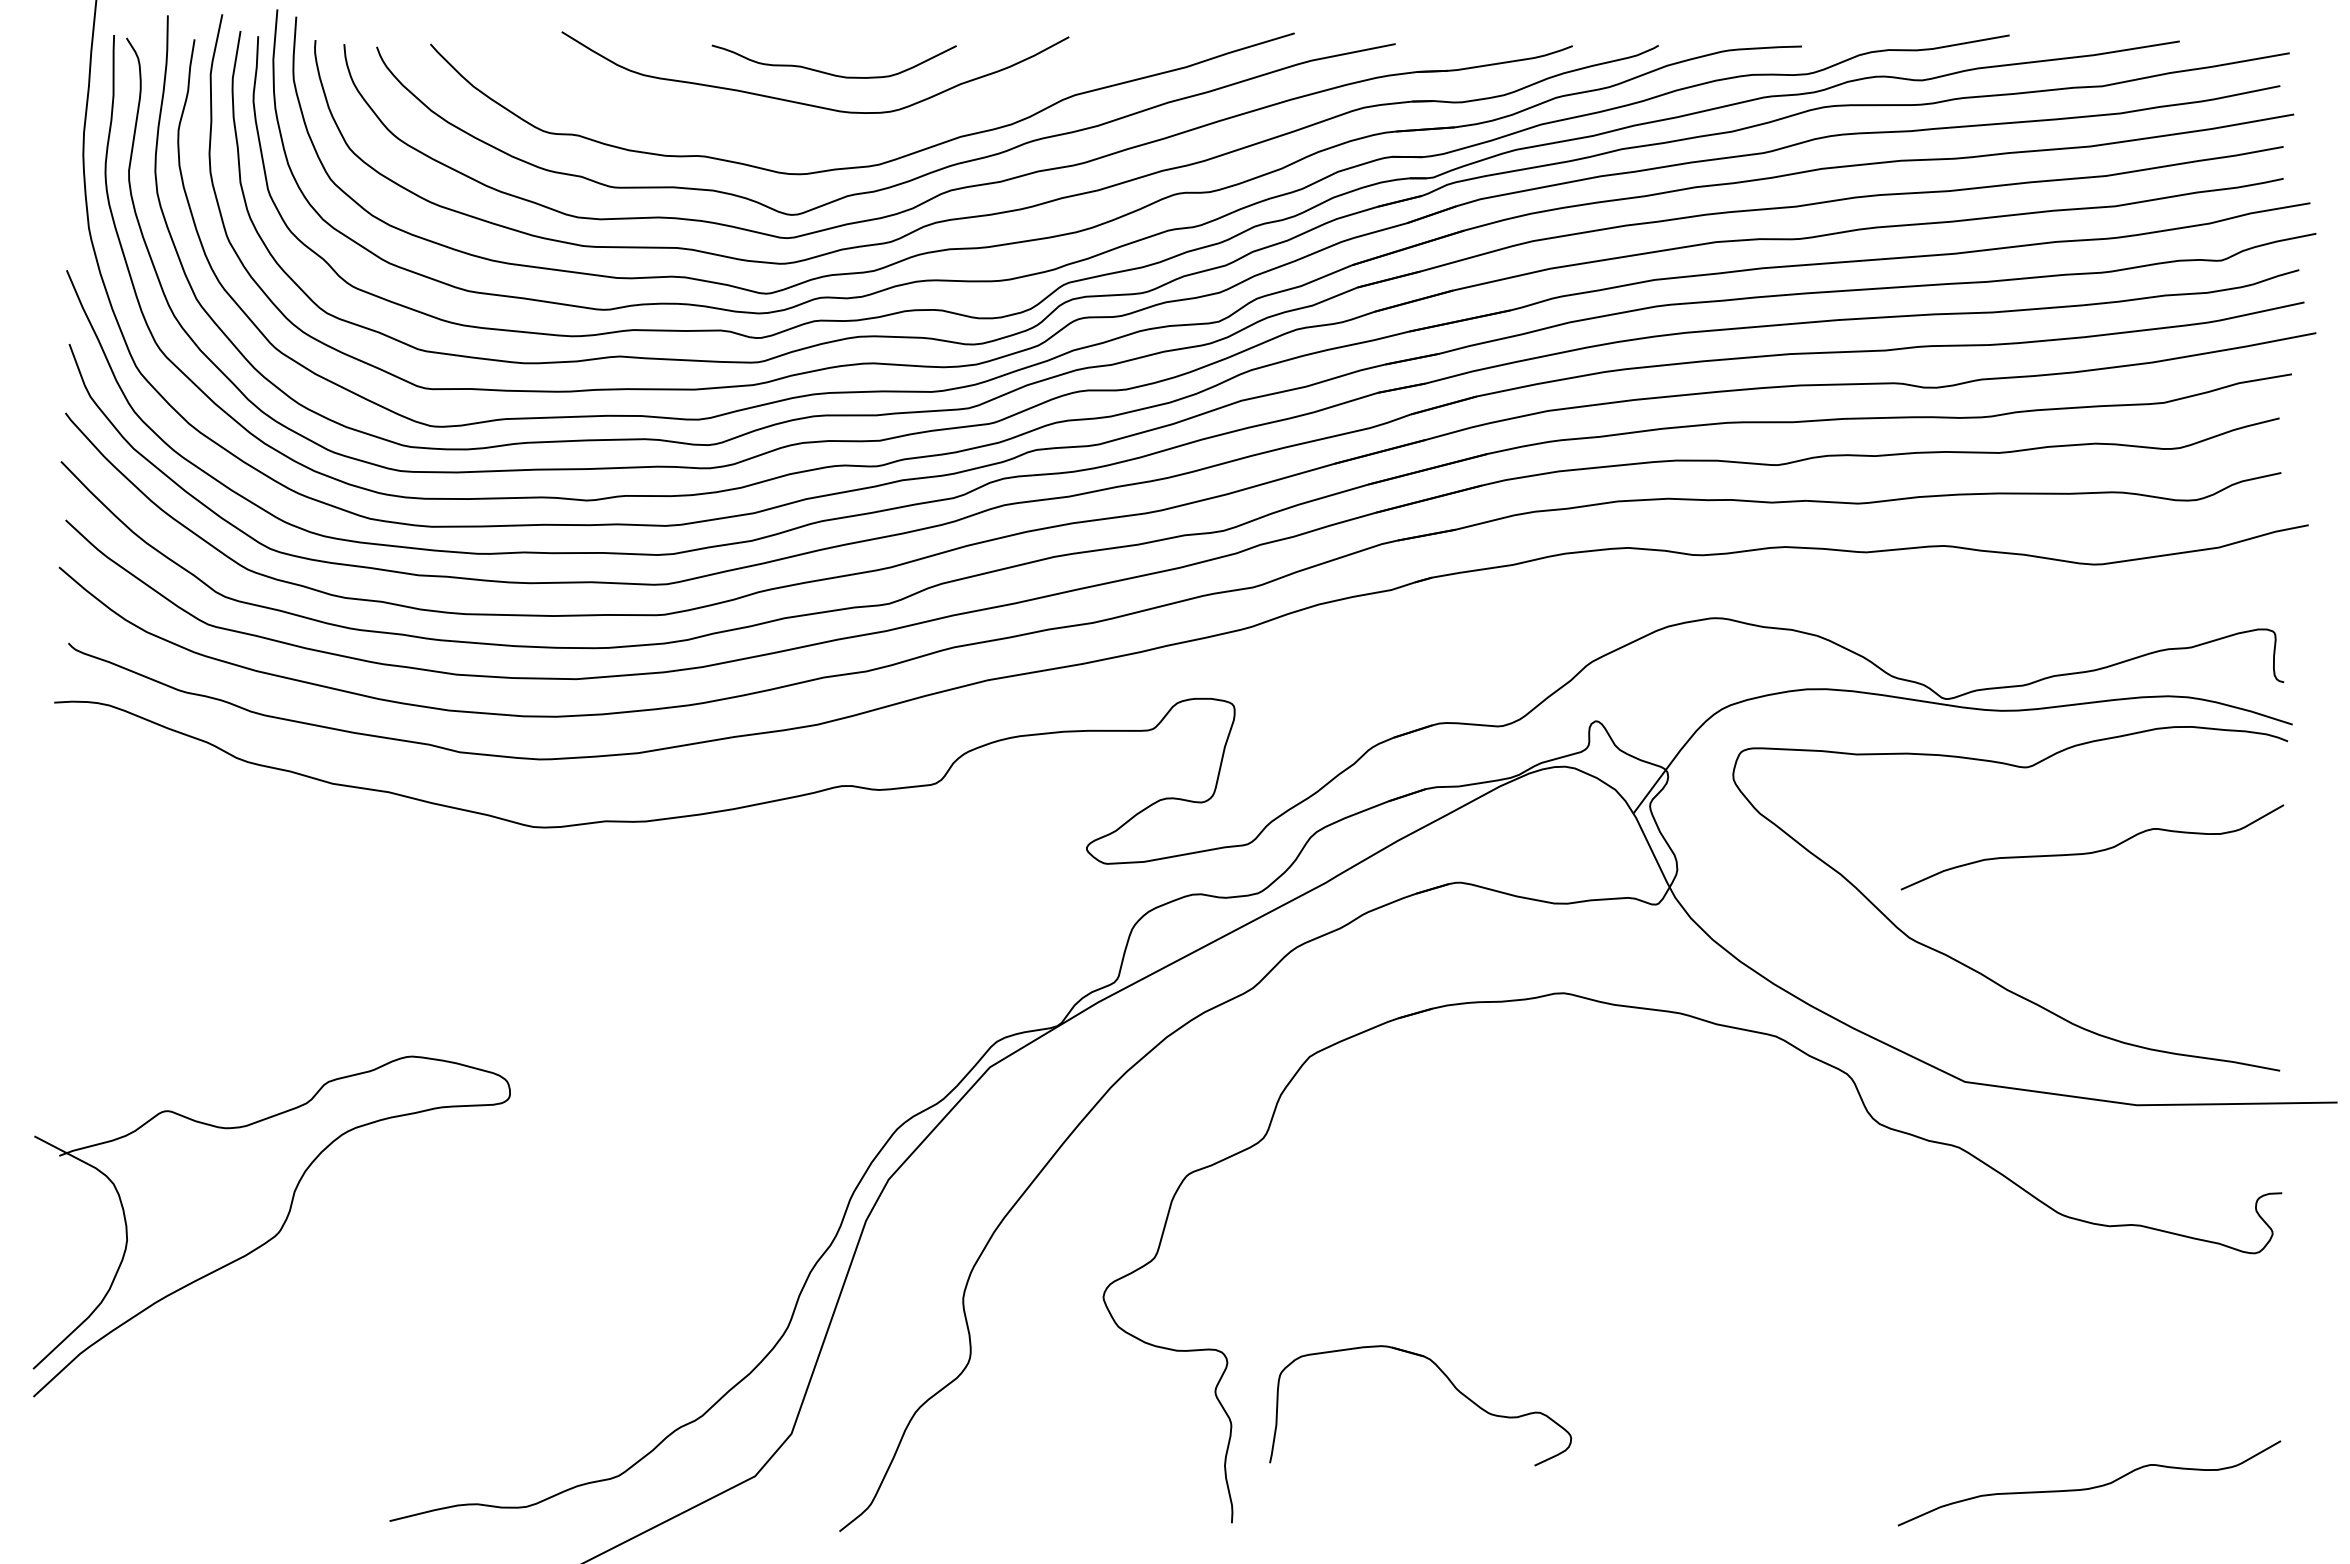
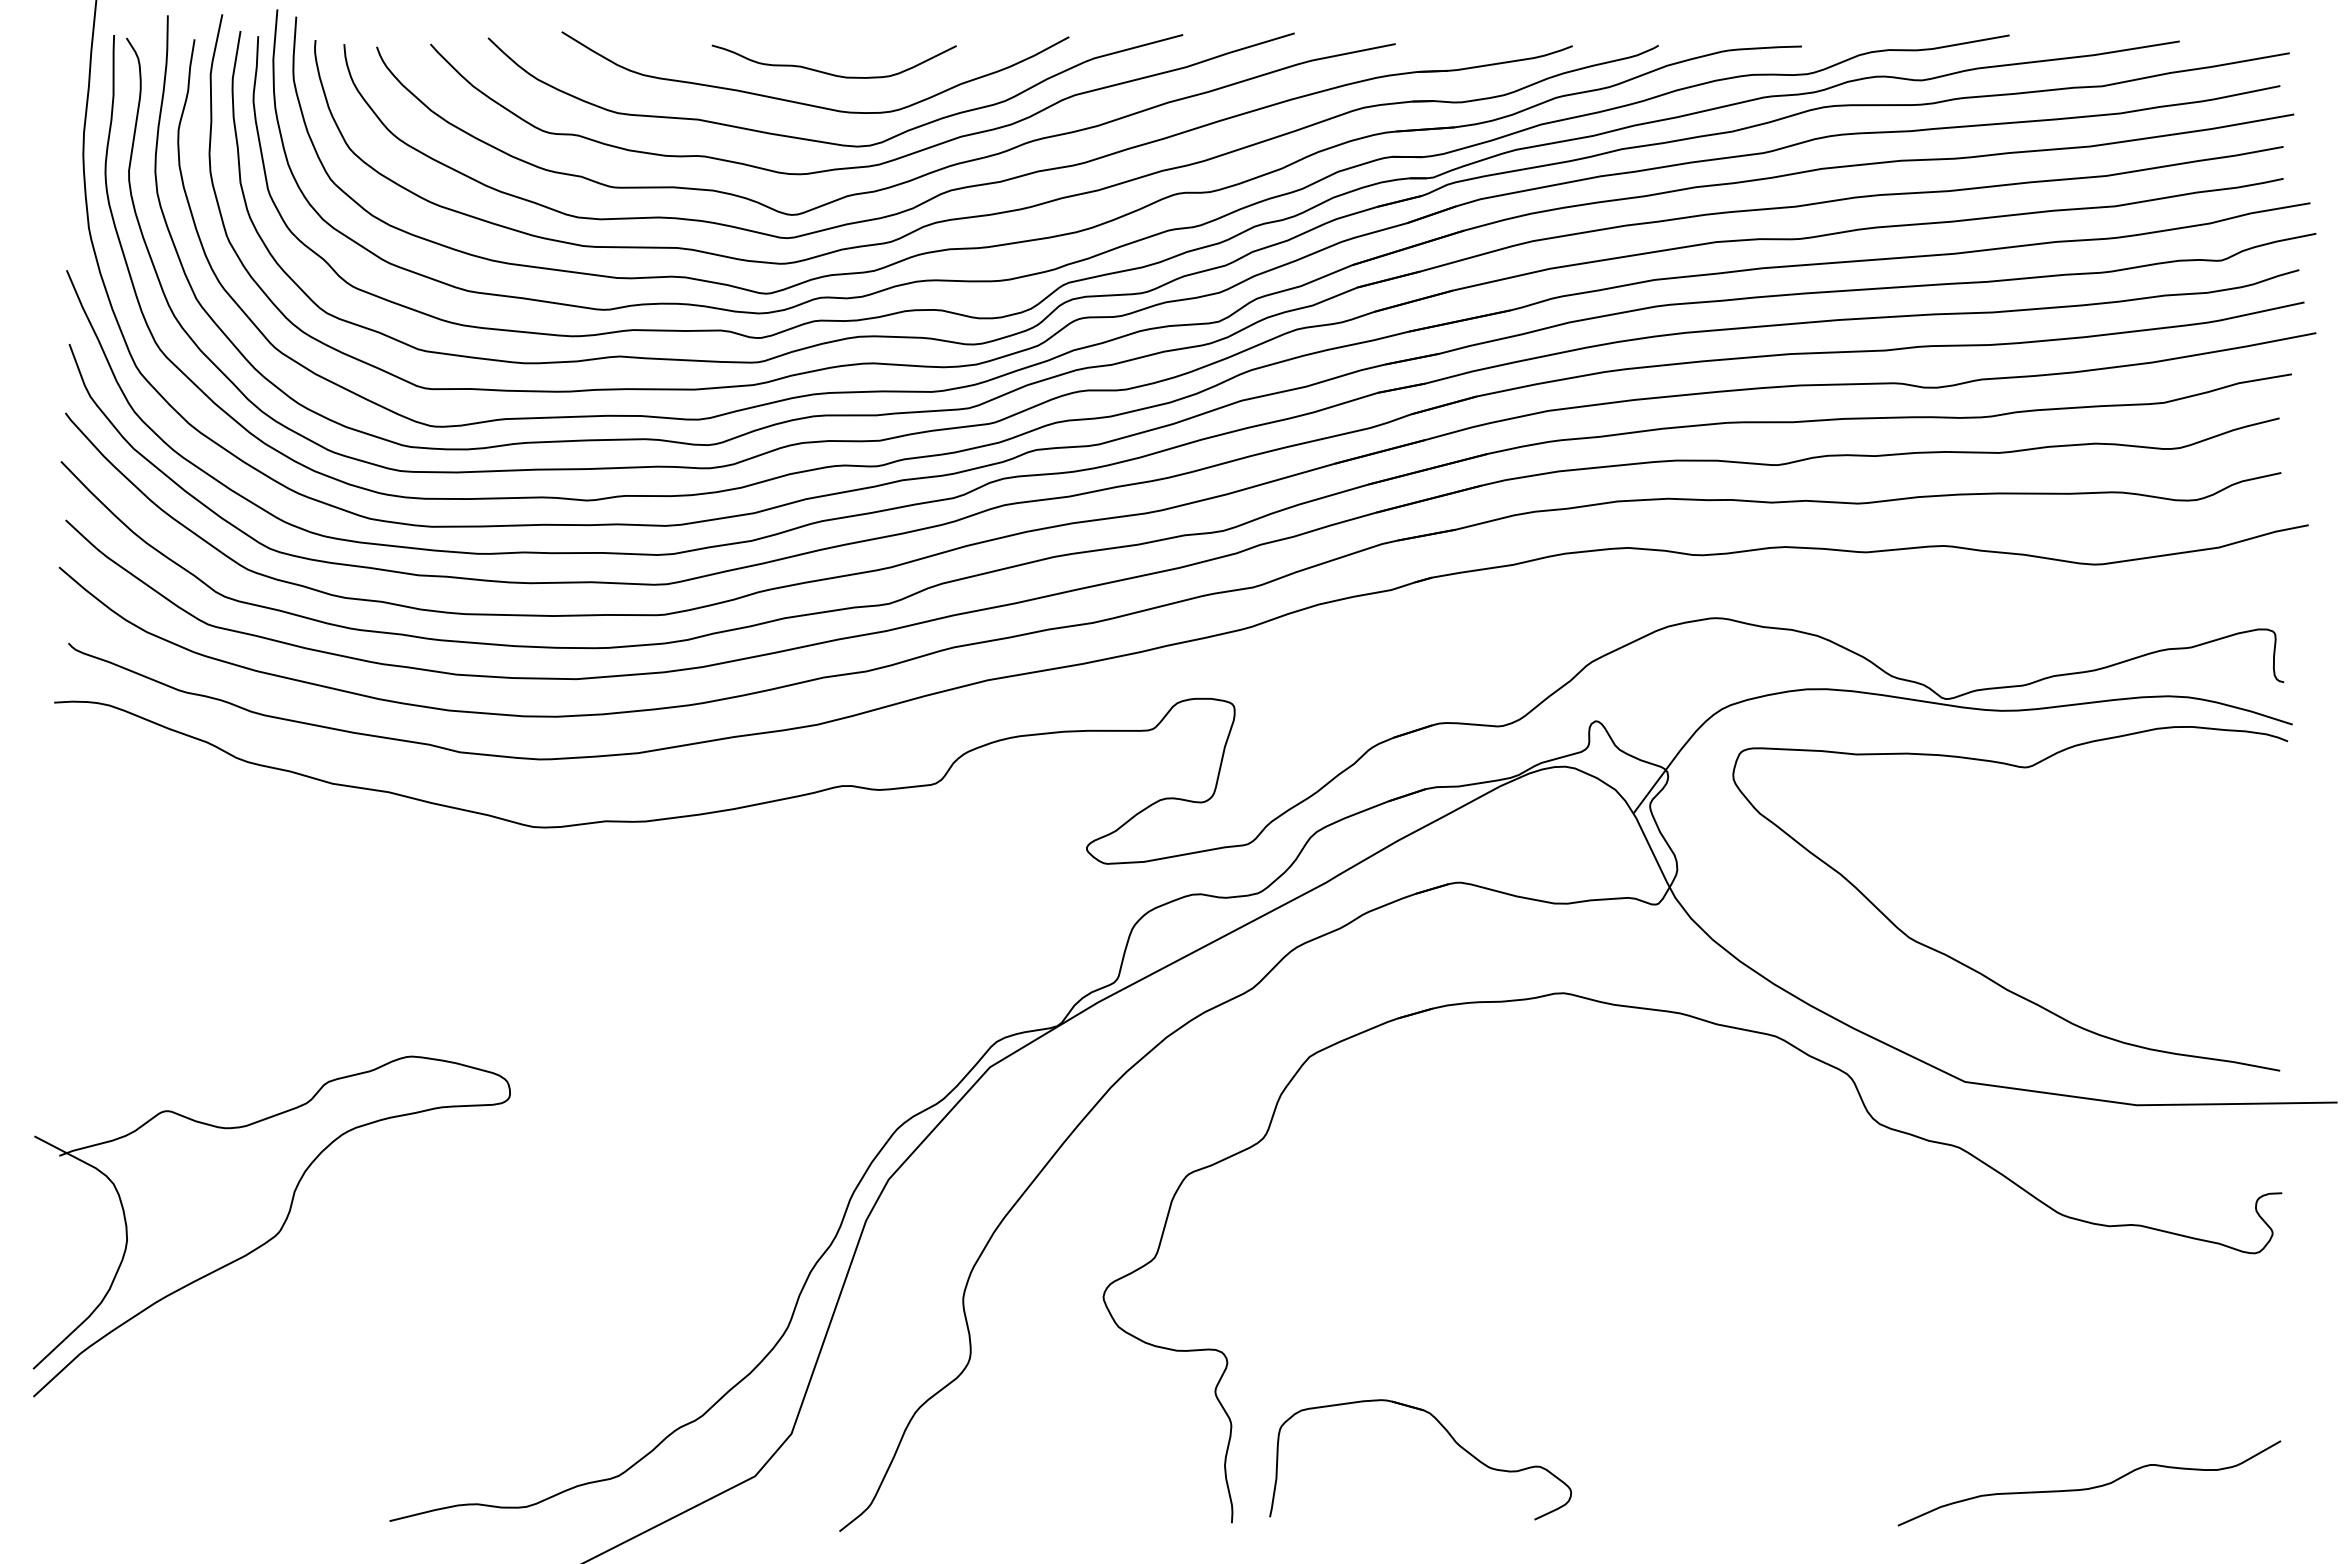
curve at (826, 141): none -> present
curve at (2092, 851): present -> none
part at (1451, 1384) position: (1451, 1384) -> (1451, 1438)
